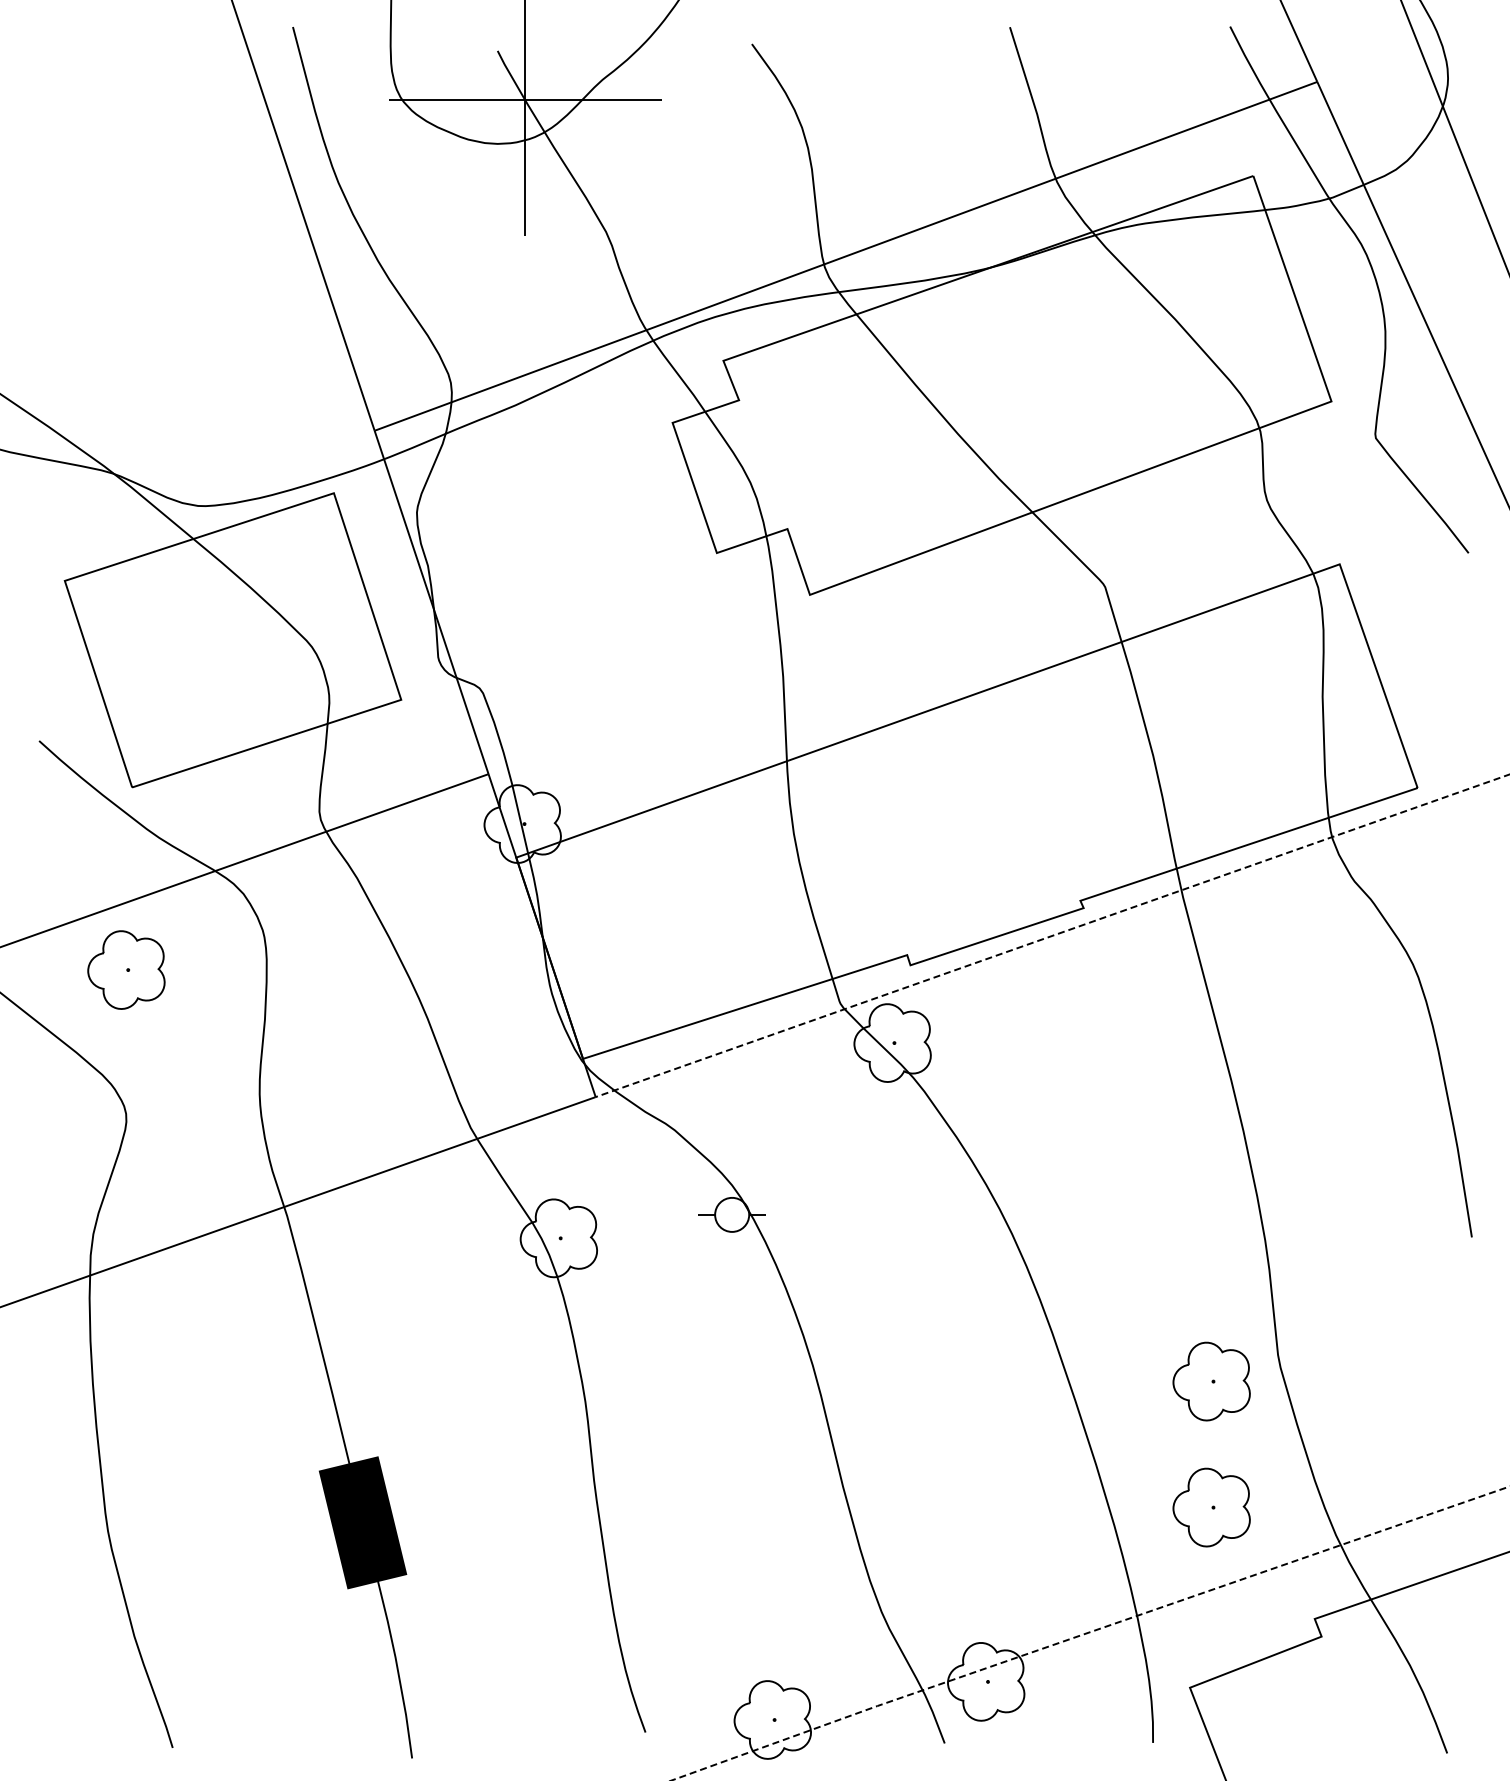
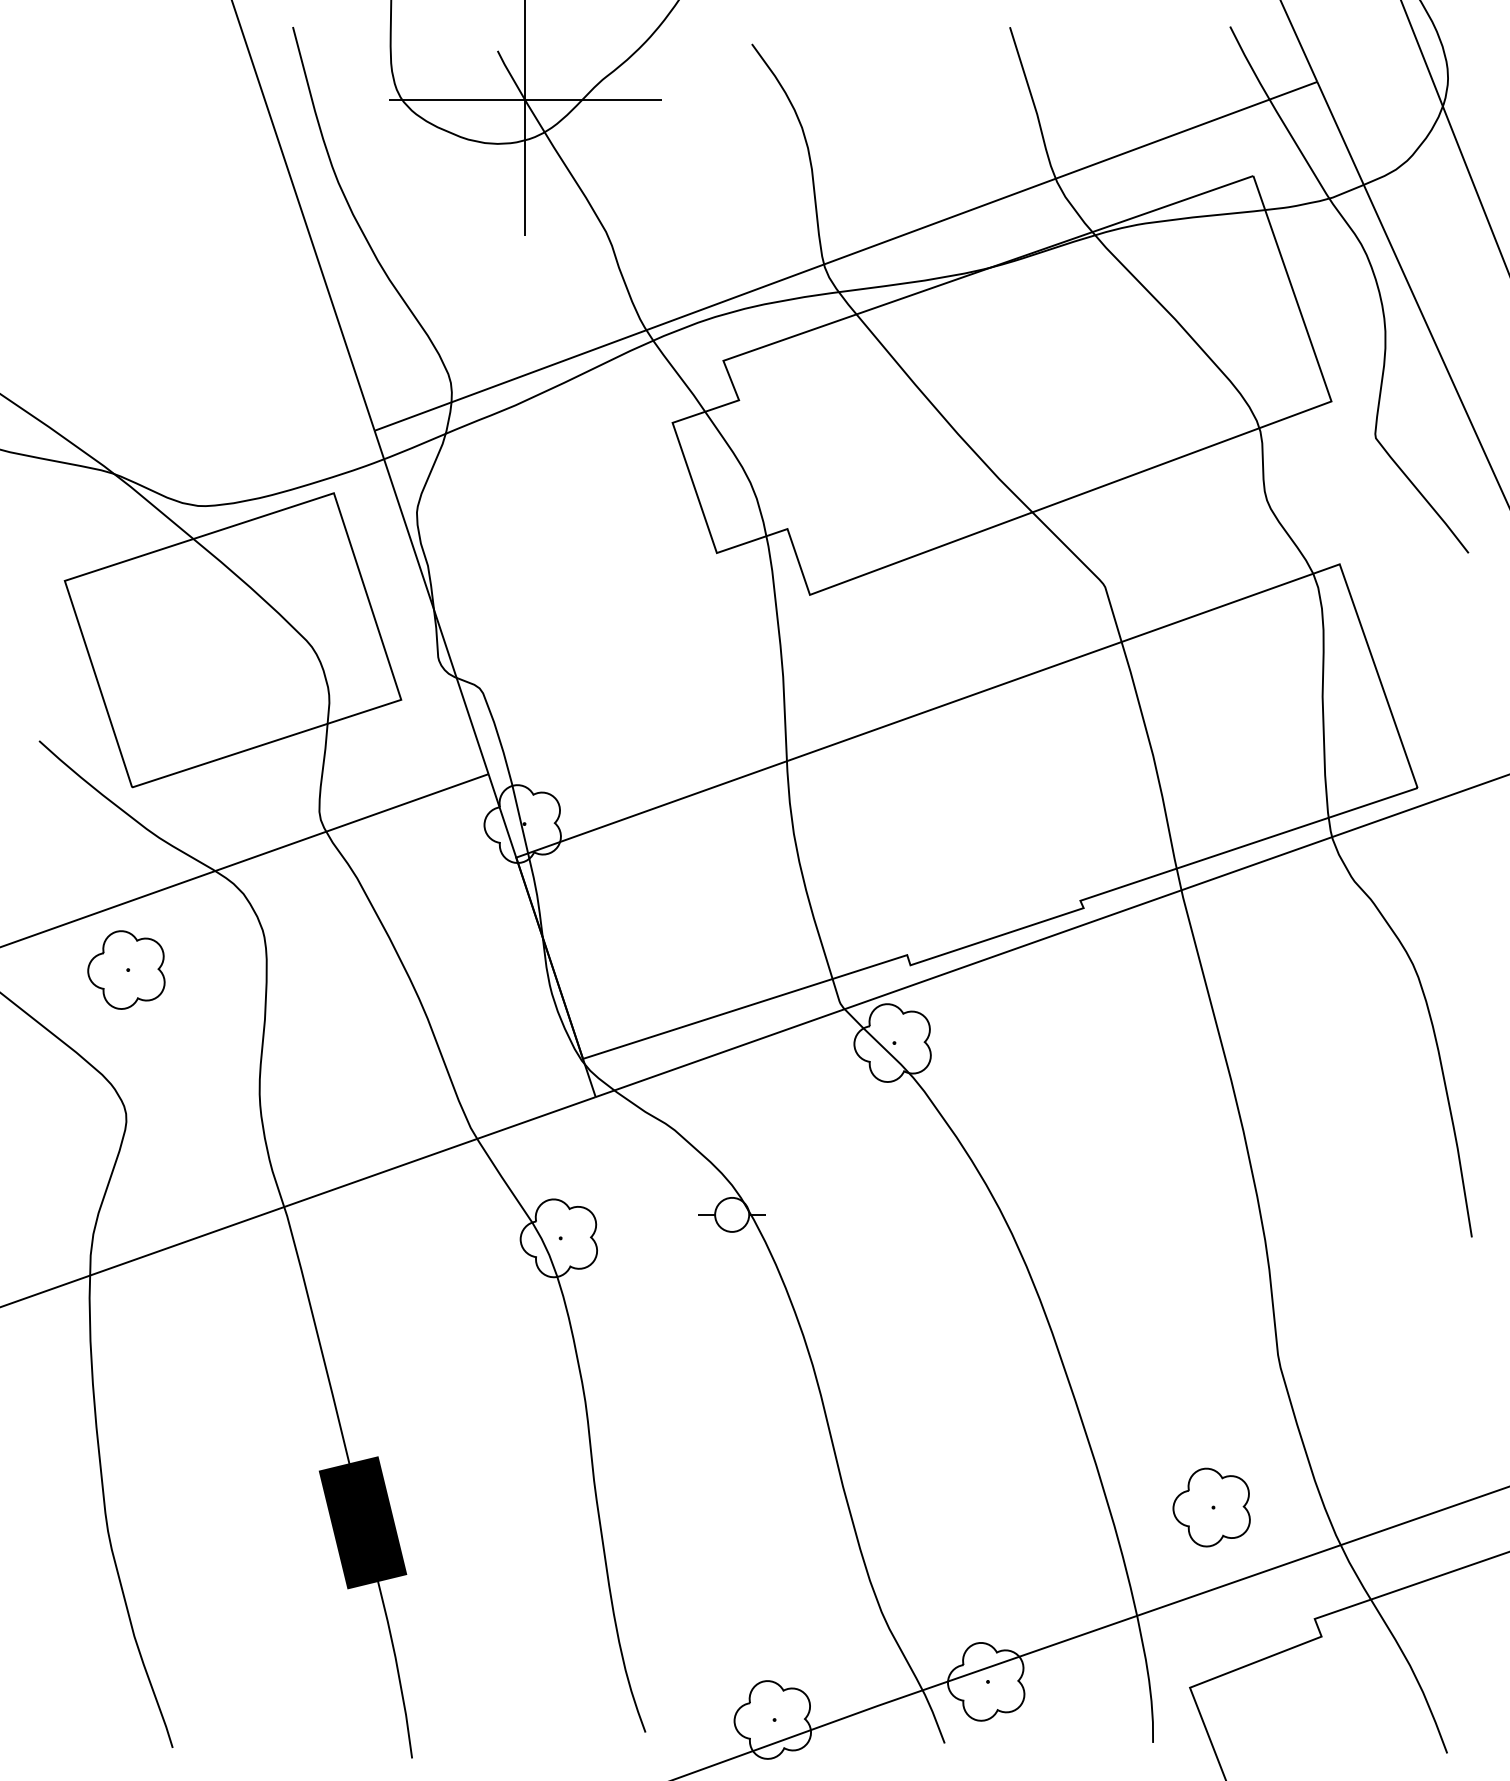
line at (1052, 935): dashed -> solid
part at (1211, 1381): present -> none
line at (1088, 1632): dashed -> solid
